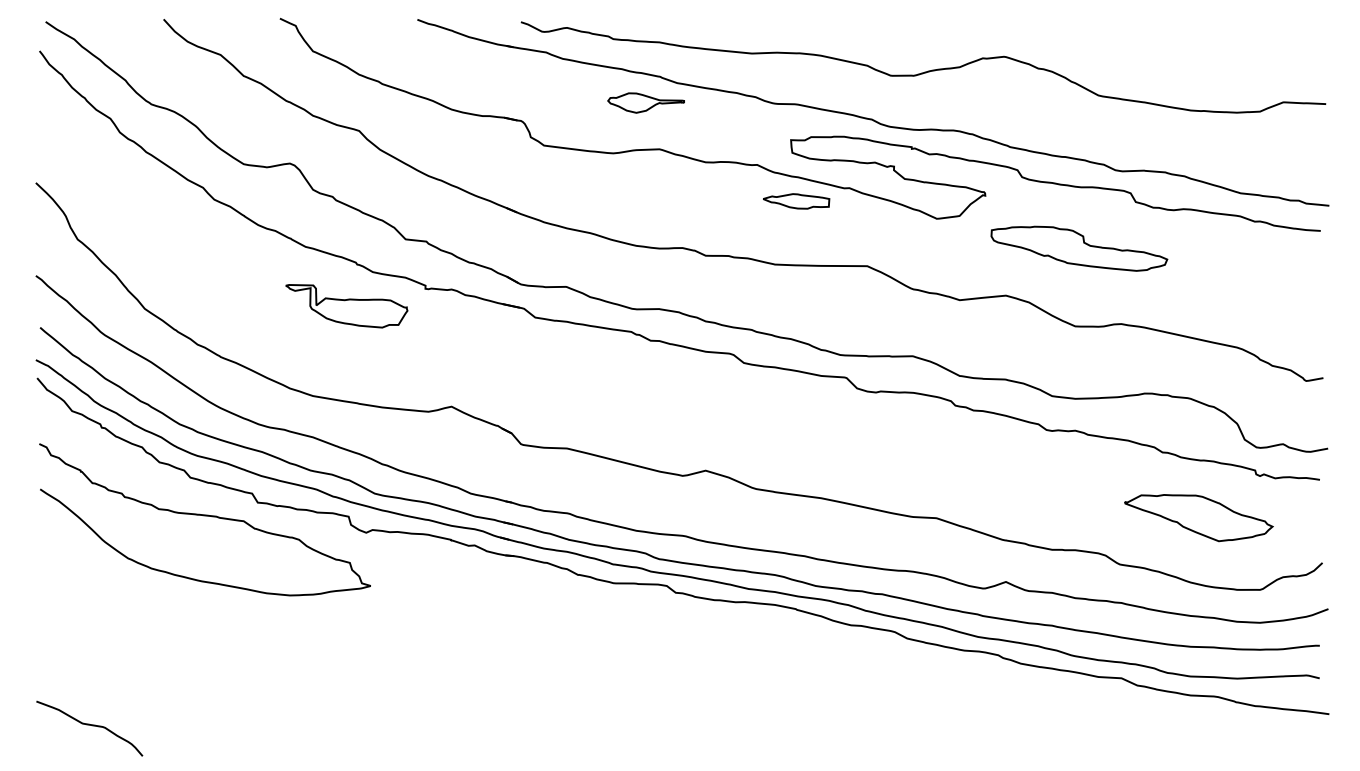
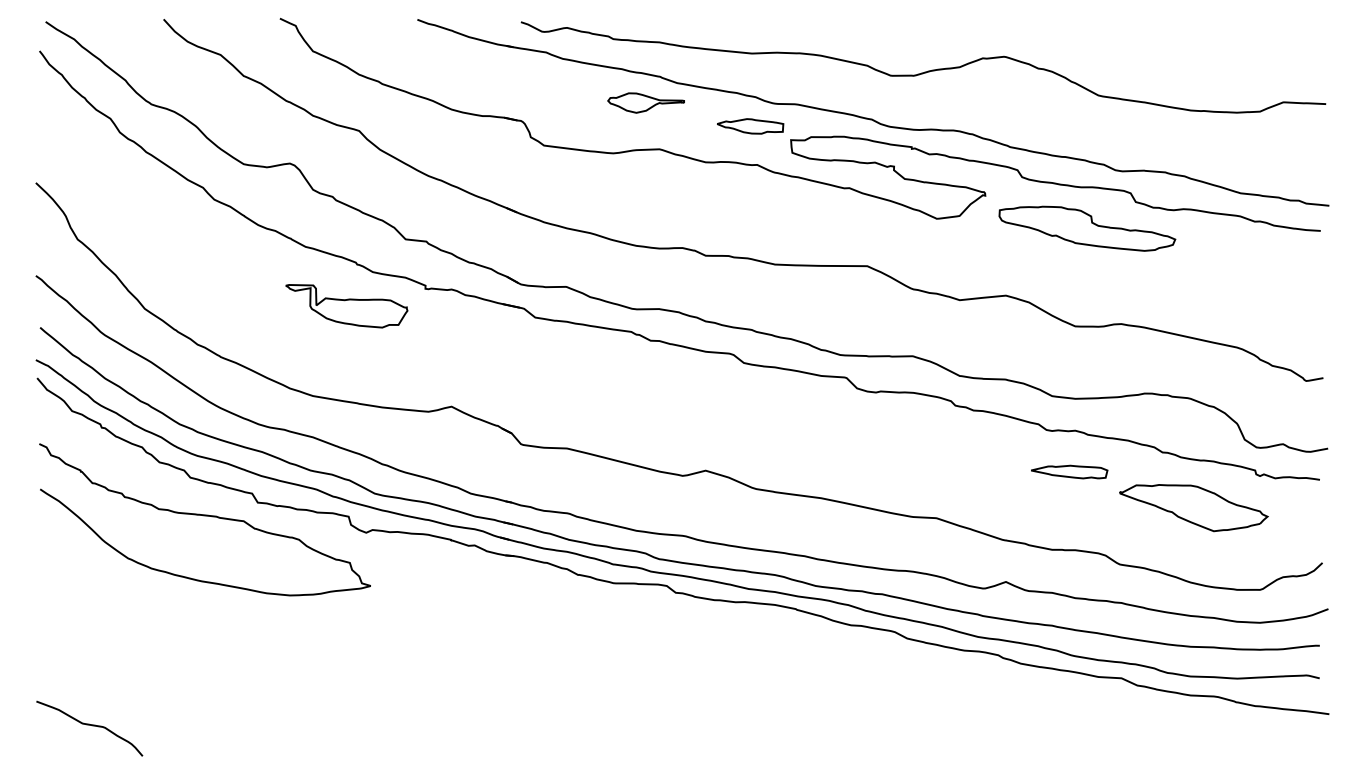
part at (796, 201) position: (796, 201) -> (750, 126)
part at (1079, 248) position: (1079, 248) -> (1087, 228)
part at (1069, 471): none -> present
part at (1198, 518) position: (1198, 518) -> (1193, 508)
